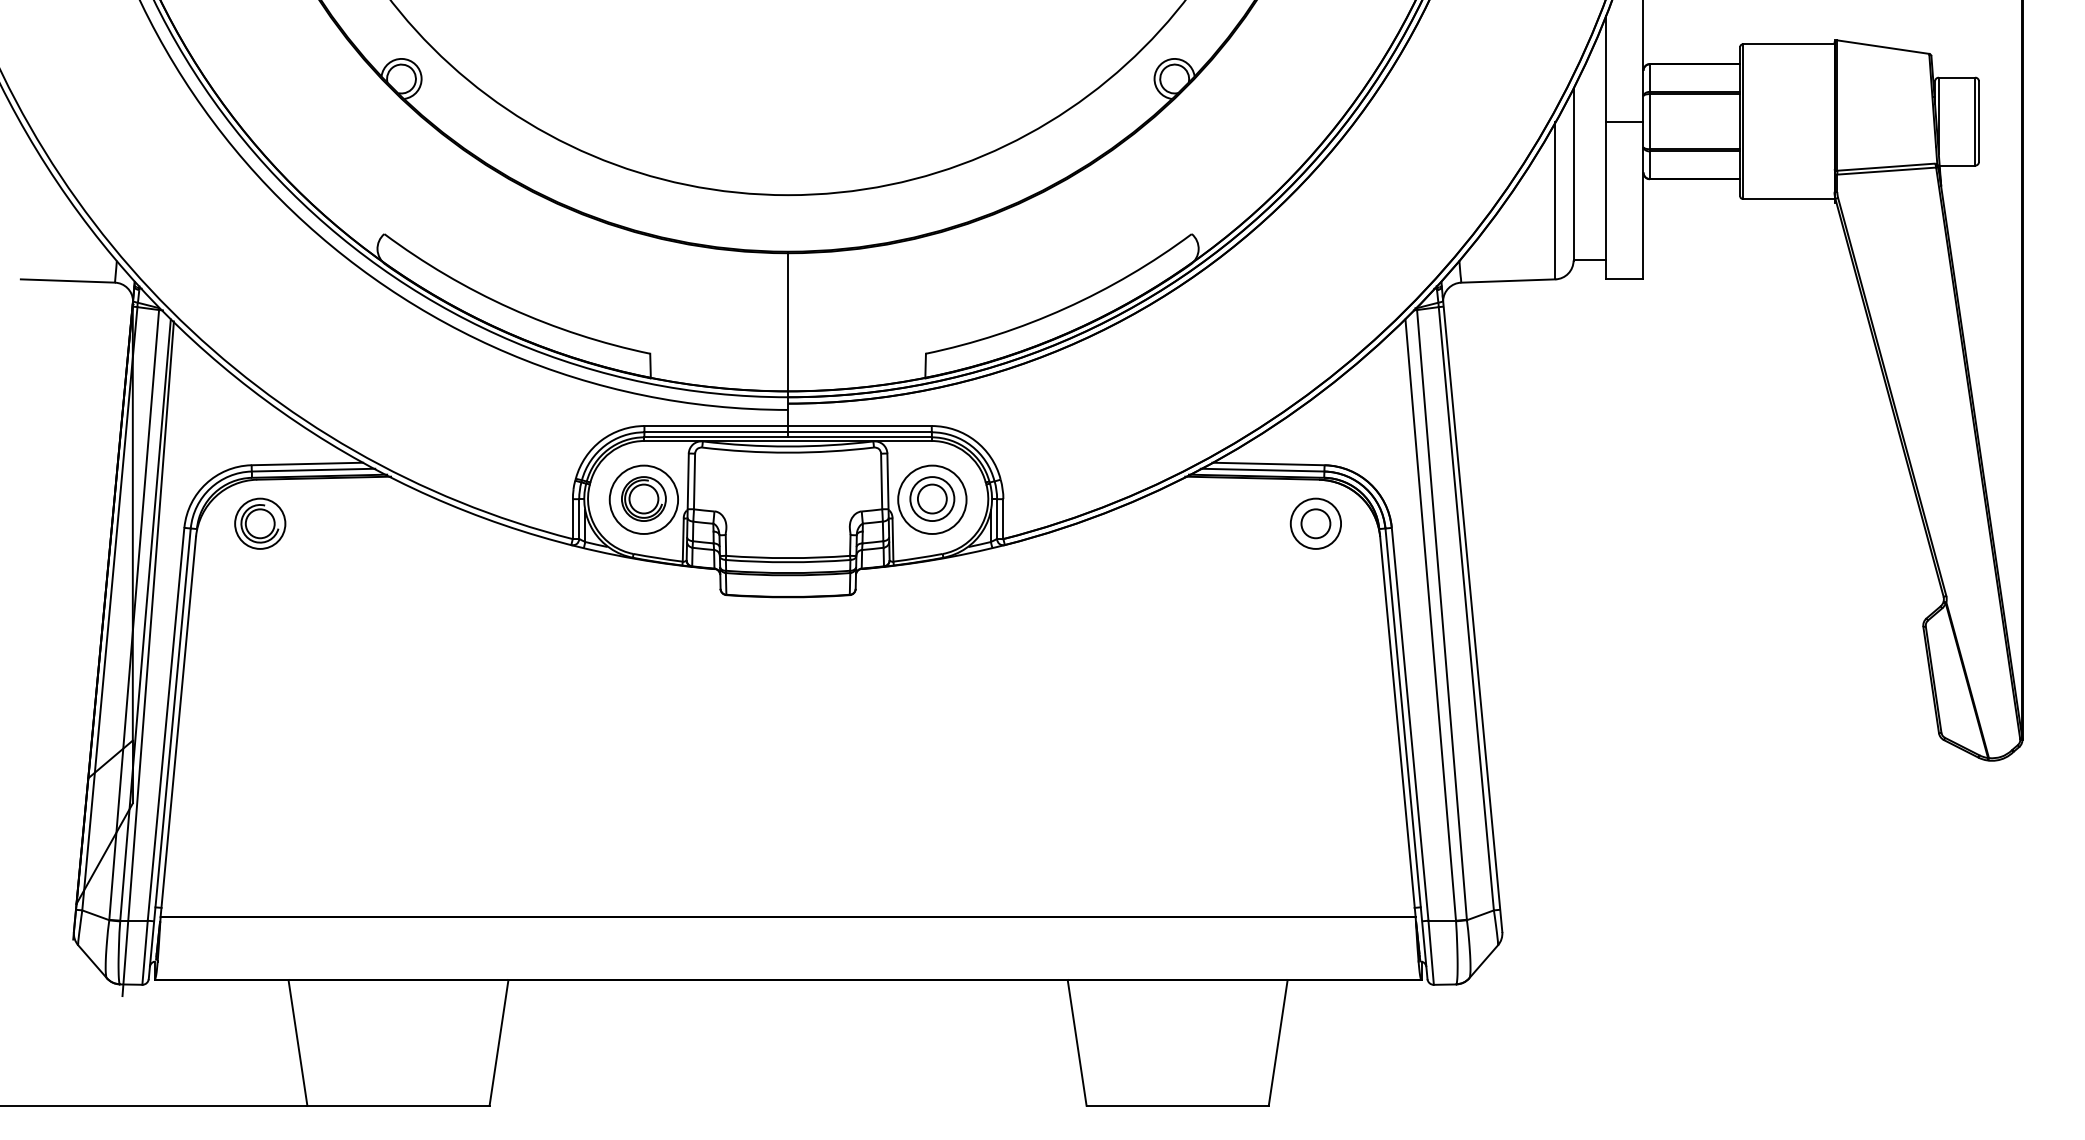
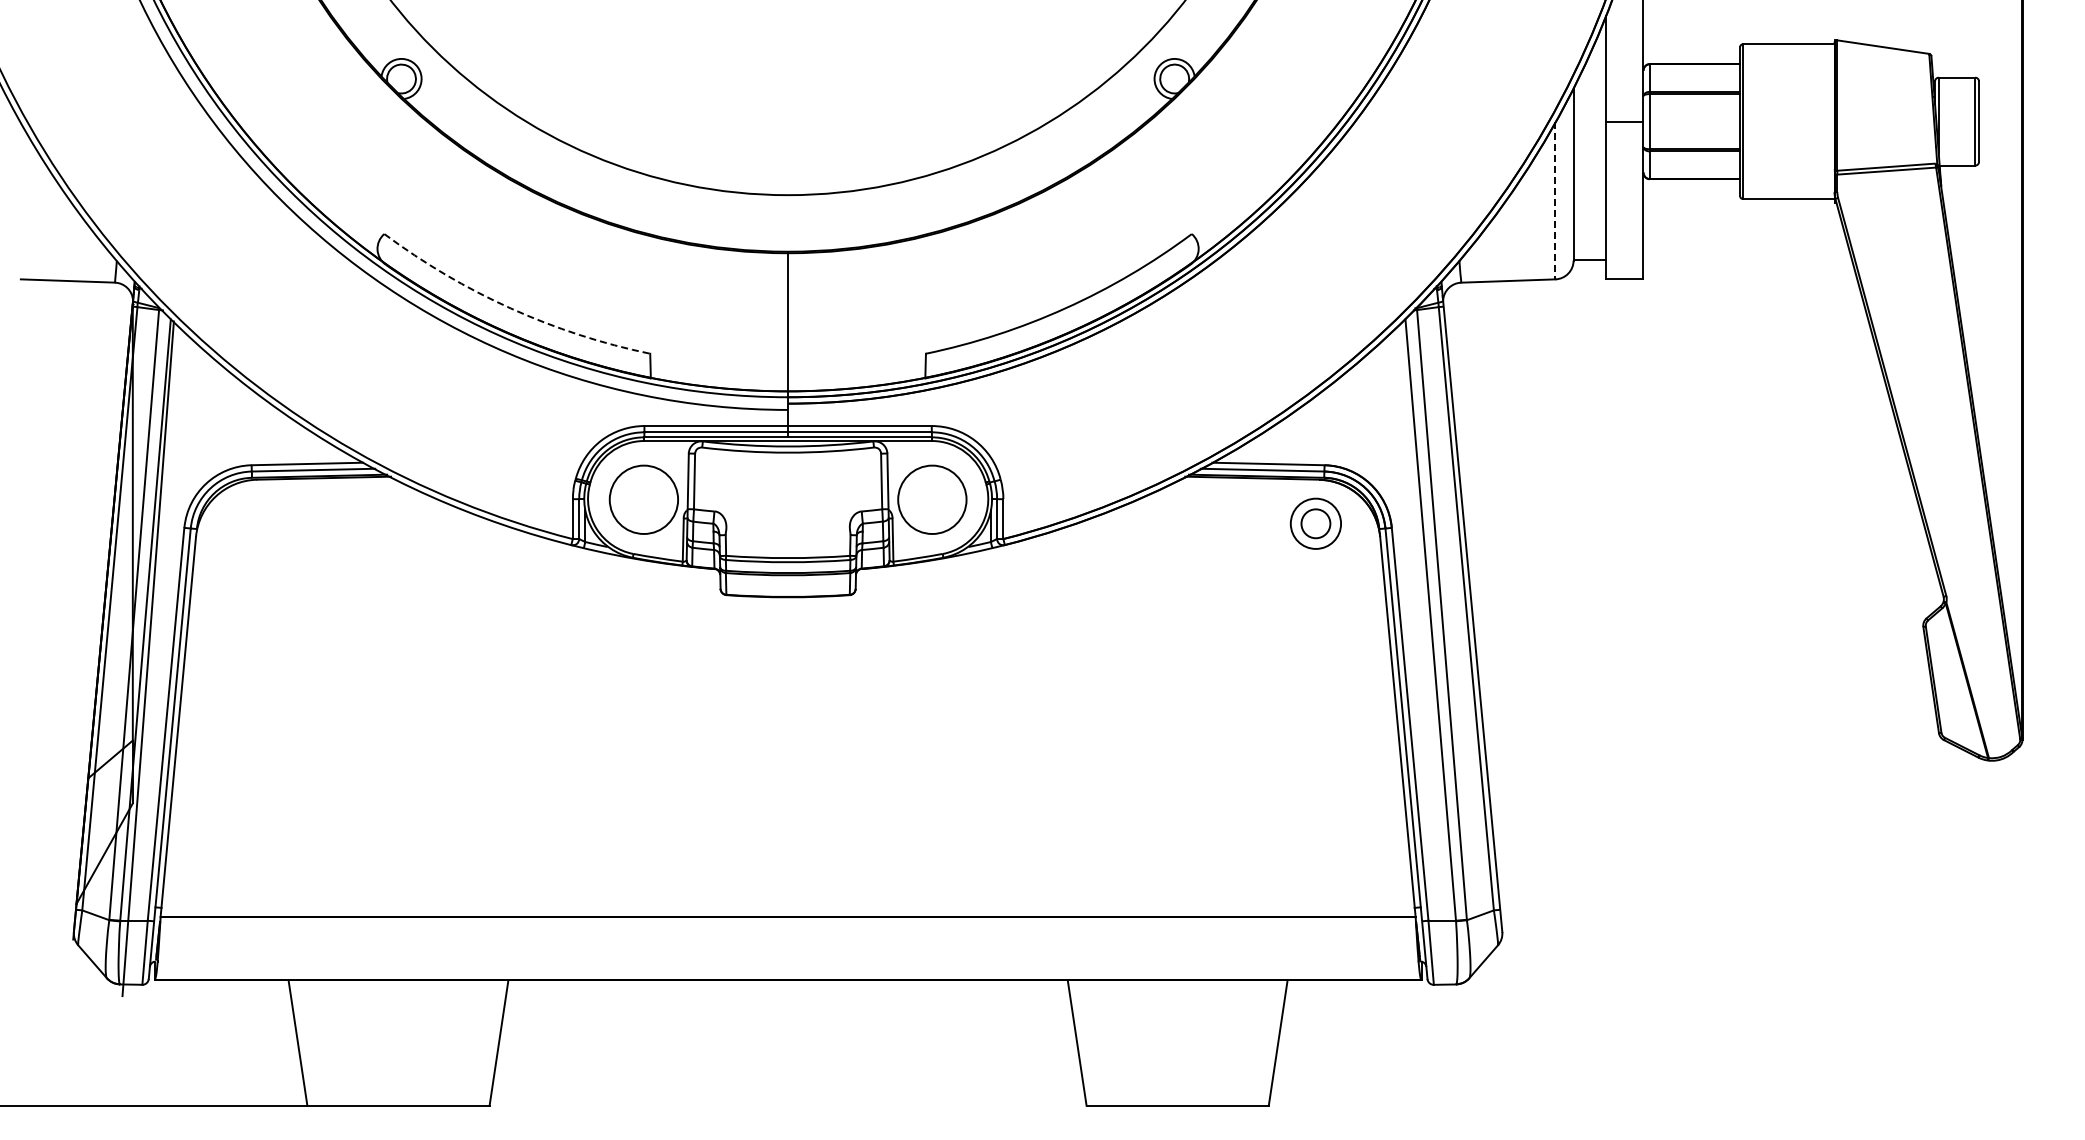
line at (1555, 200): solid -> dashed
arc at (510, 308): solid -> dashed
part at (643, 498): present -> none
part at (932, 498): present -> none
part at (260, 523): present -> none
